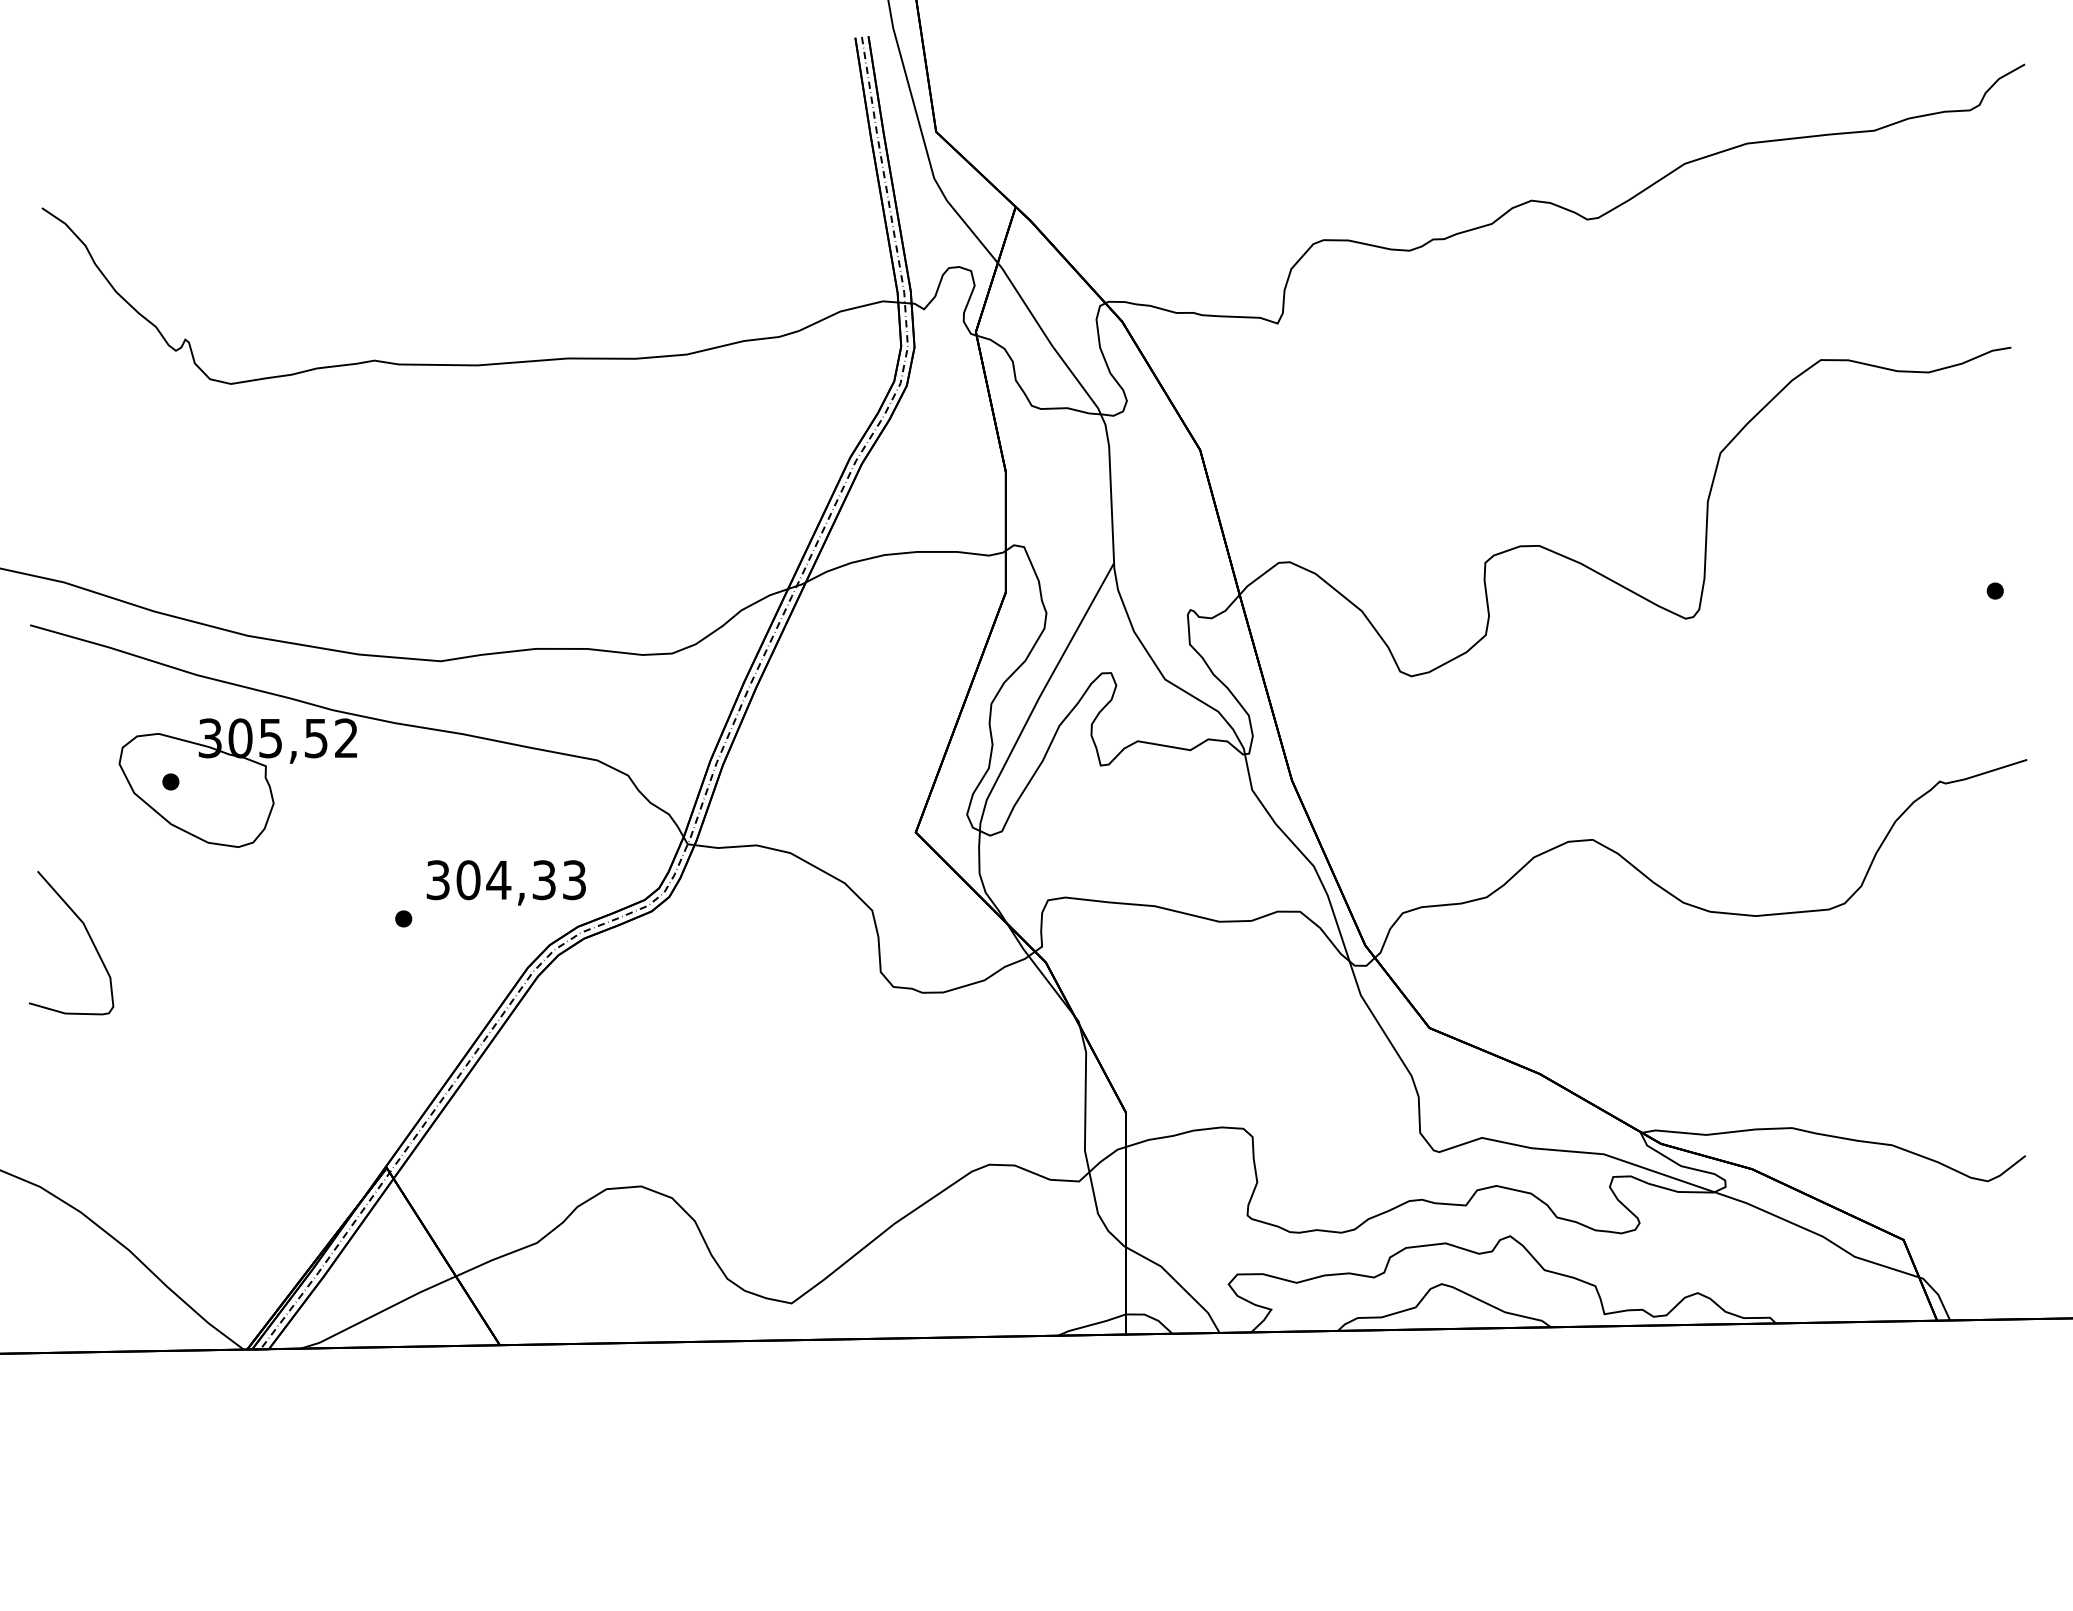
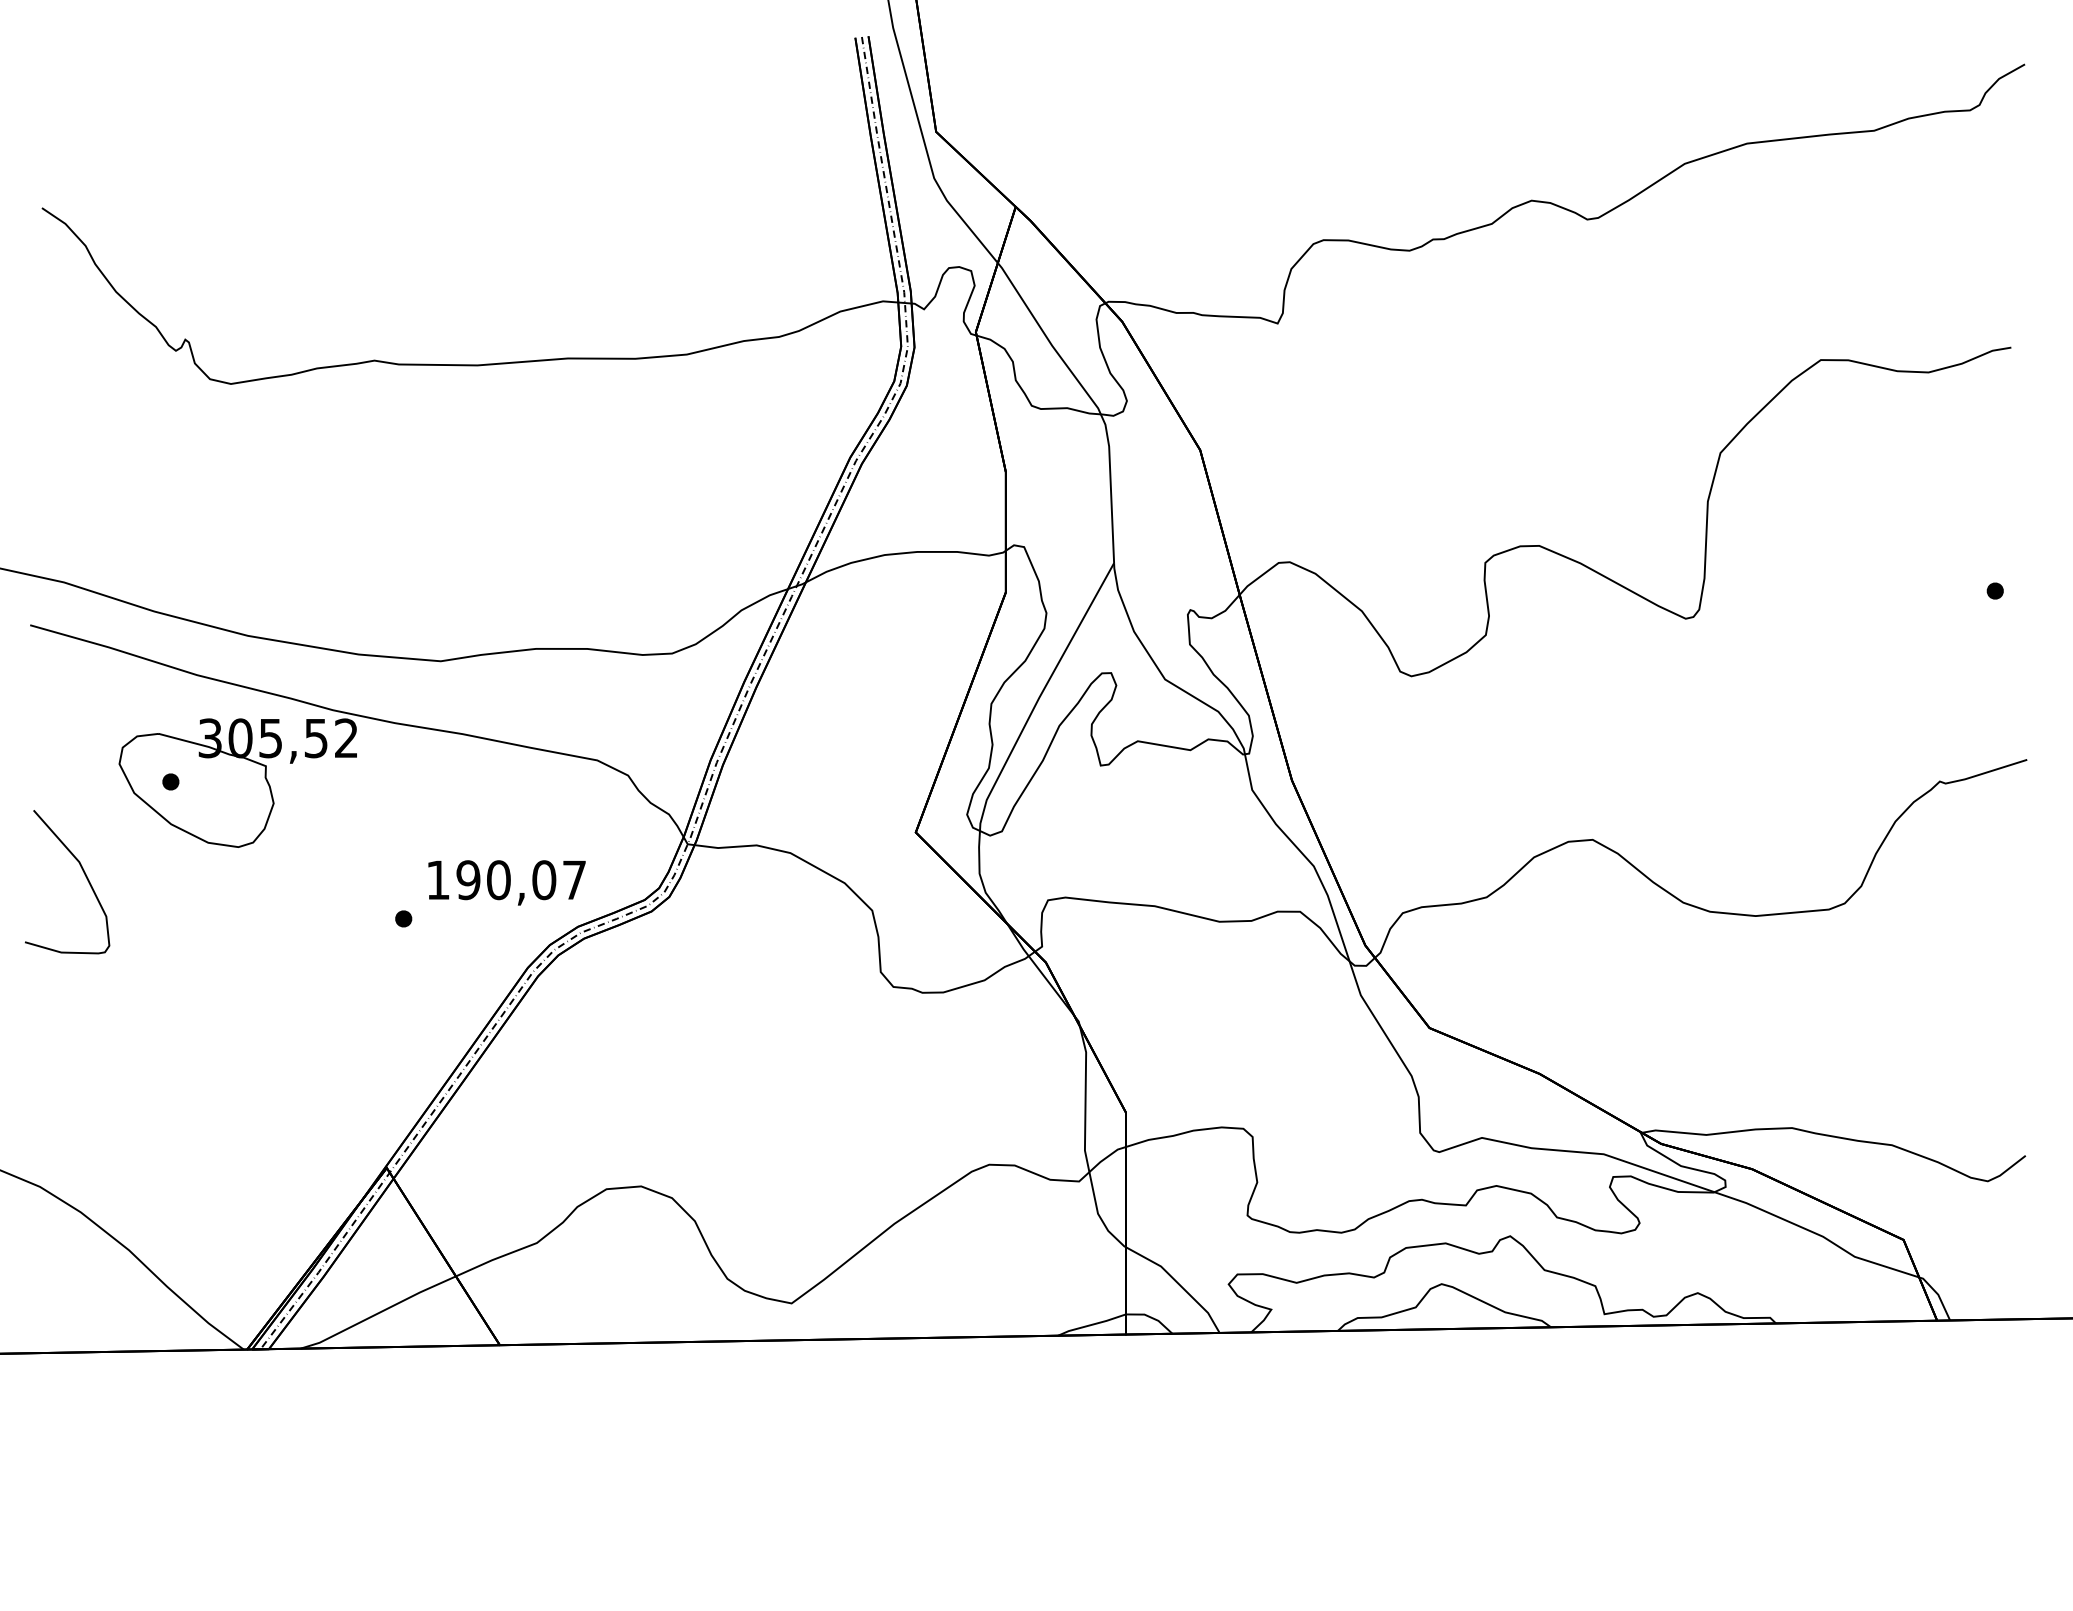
text at (505, 880): 304,33 -> 190,07
curve at (88, 936) position: (88, 936) -> (84, 875)
